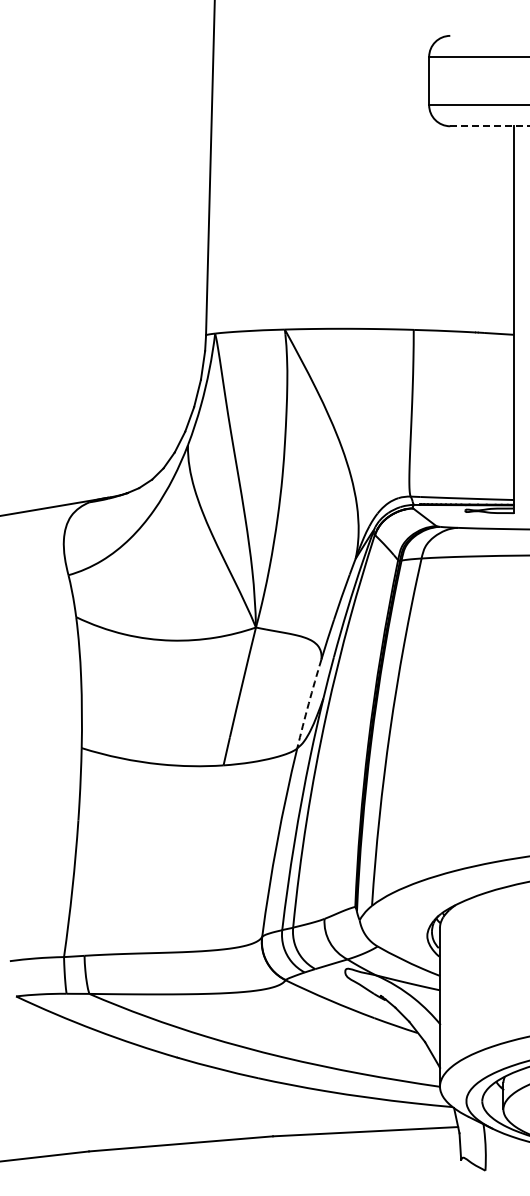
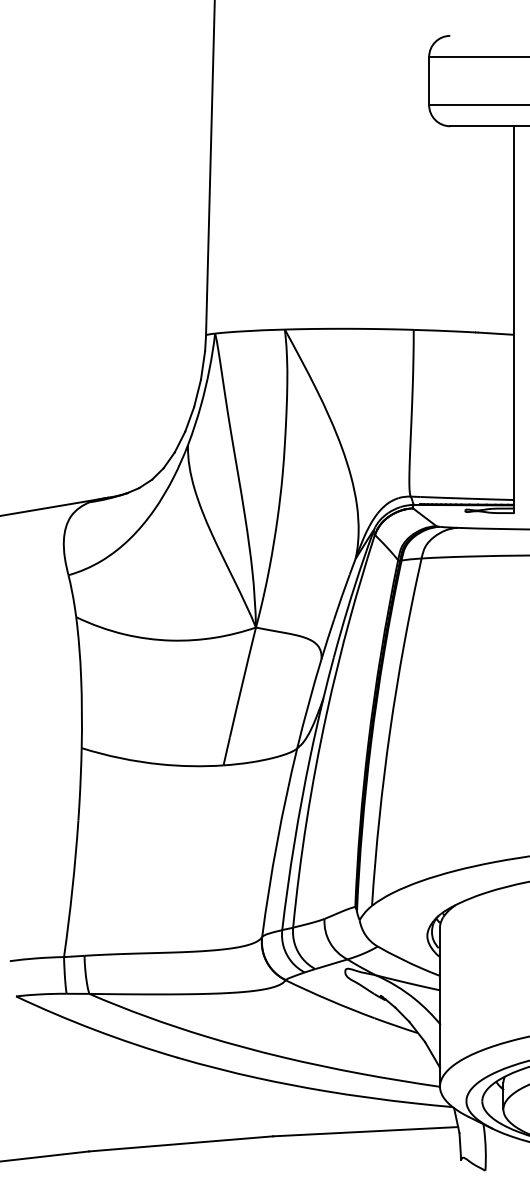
line at (490, 126): dashed -> solid
arc at (308, 703): dashed -> solid
